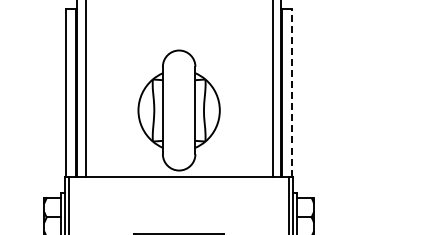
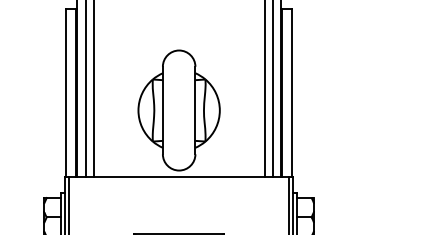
line at (93, 89): none -> present
line at (264, 89): none -> present
line at (292, 92): dashed -> solid
